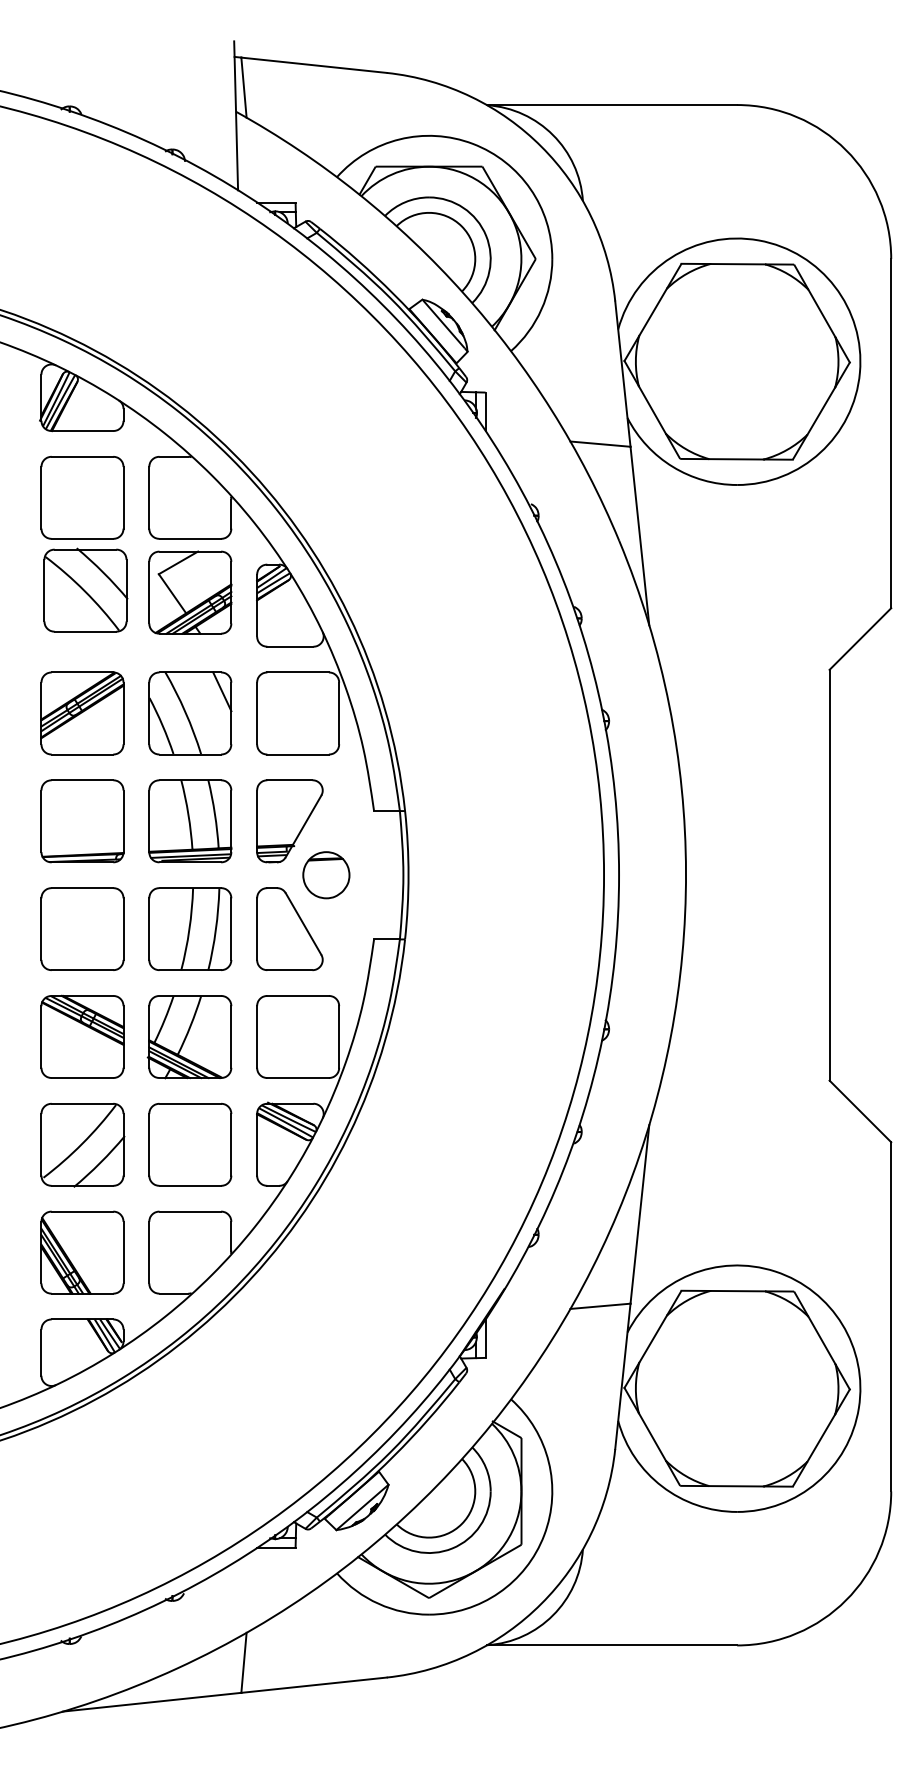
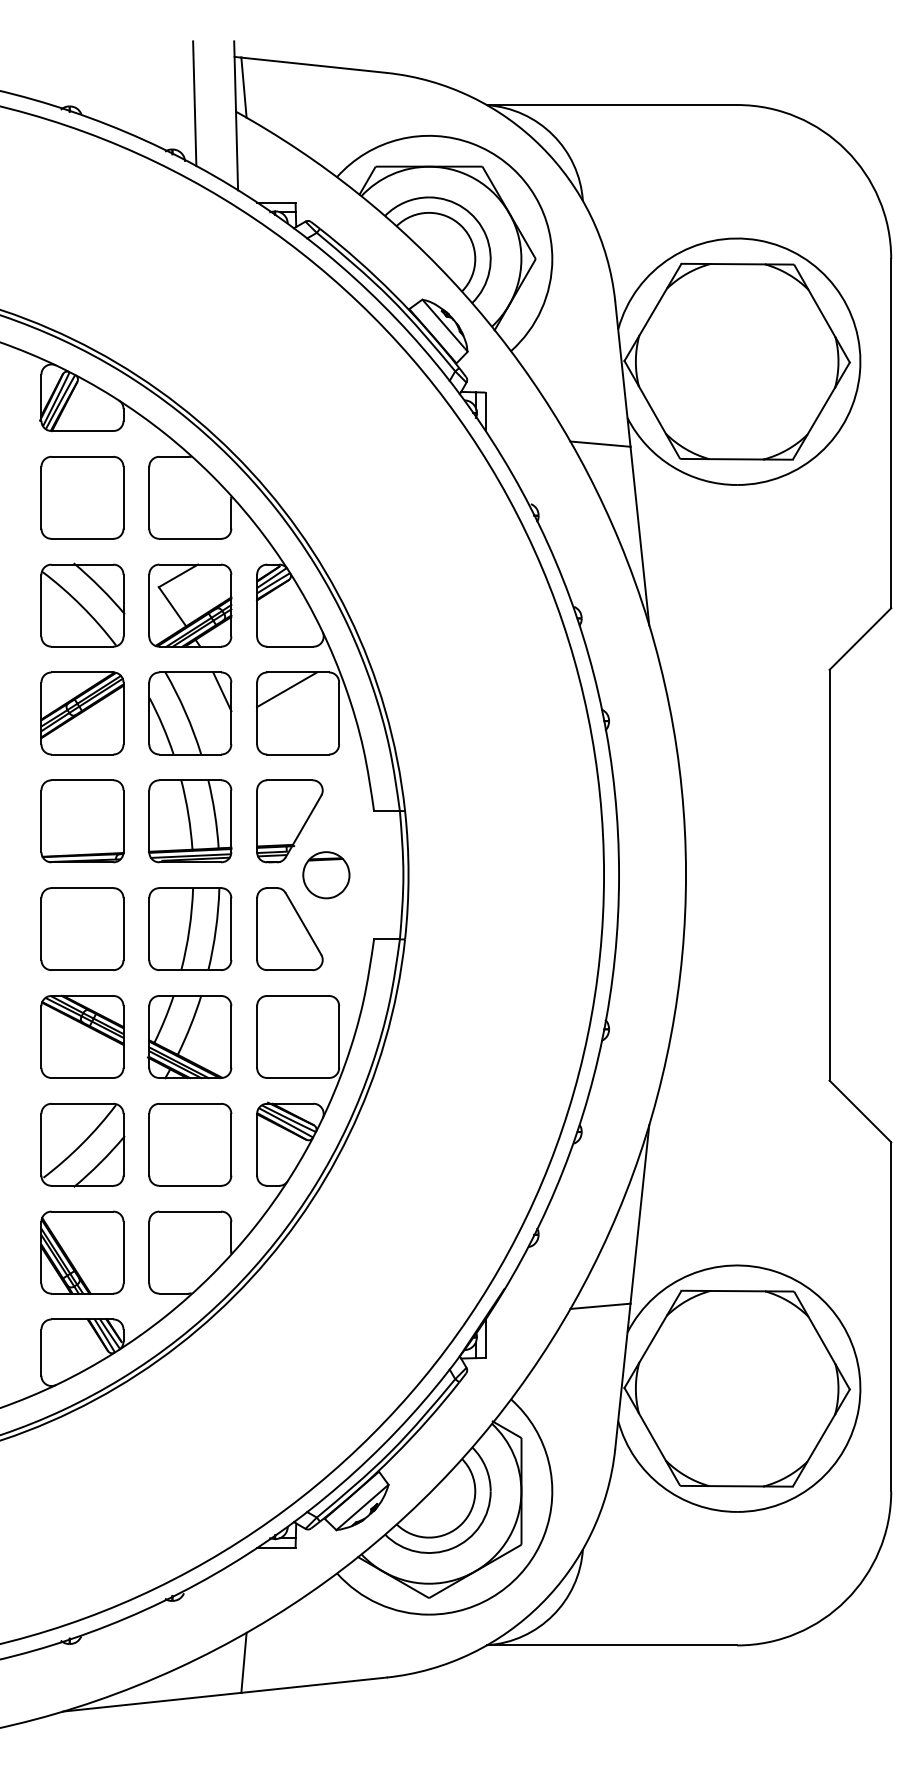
line at (194, 103): none -> present
part at (85, 589) position: (85, 589) -> (82, 604)
part at (190, 592) position: (190, 592) -> (190, 605)
line at (287, 689): none -> present
